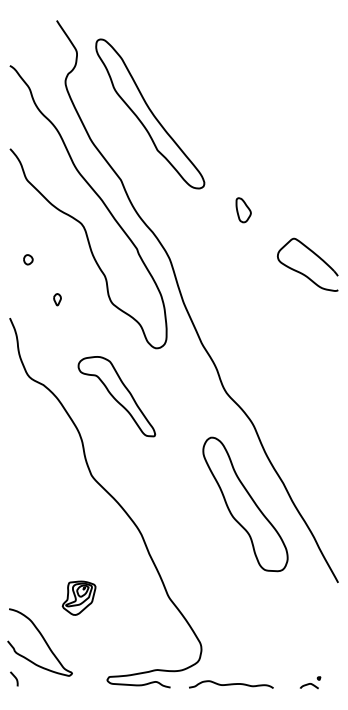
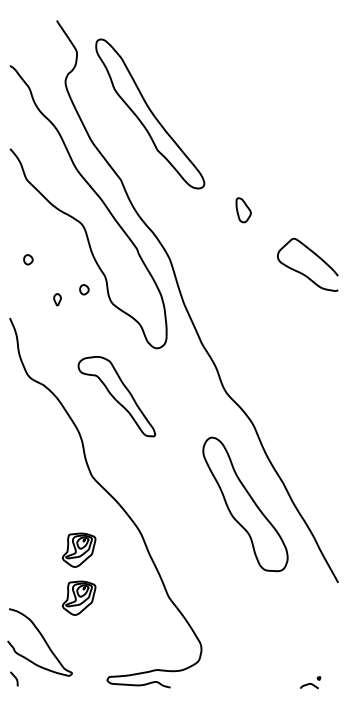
part at (84, 289): none -> present
part at (78, 549): none -> present
curve at (231, 684): present -> none
